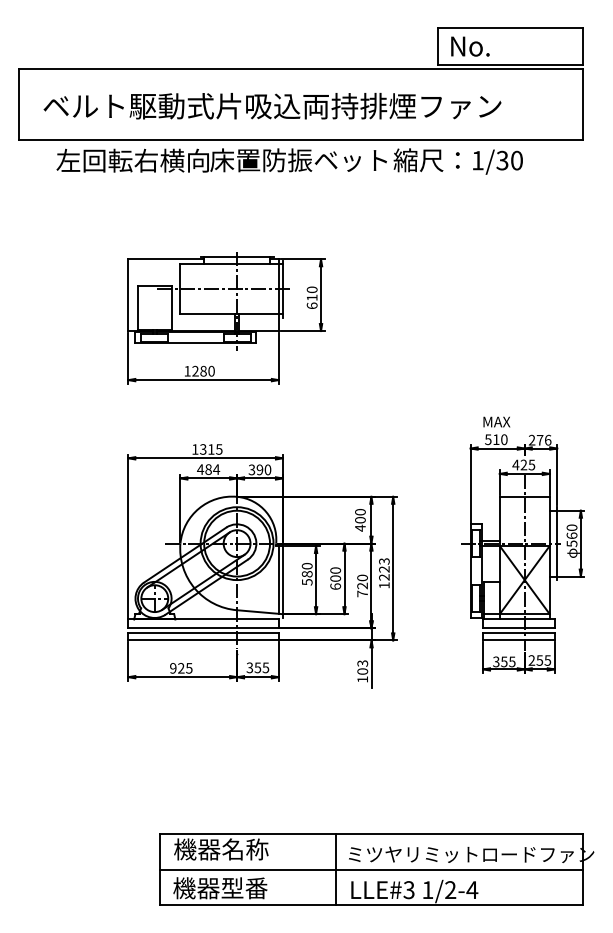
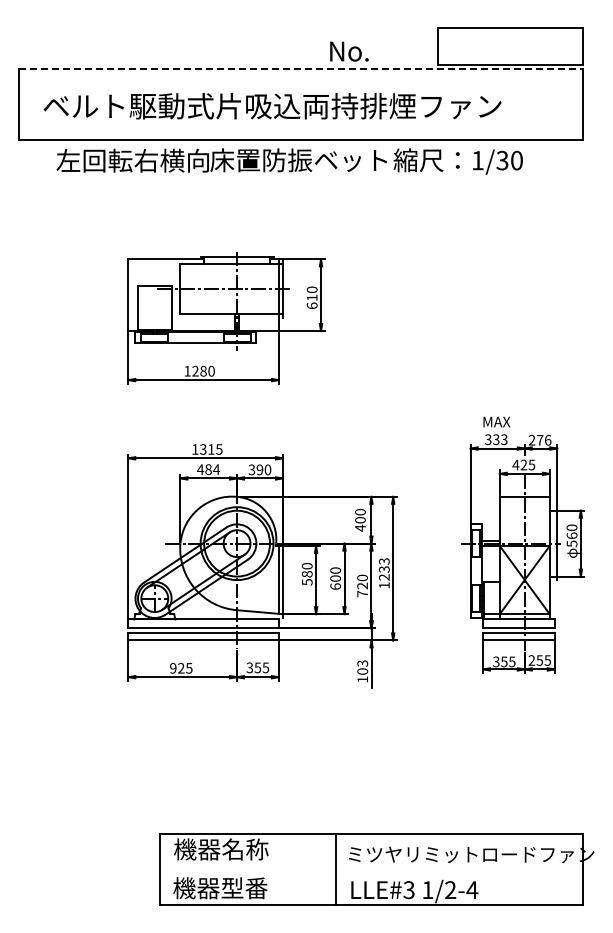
text at (470, 46) position: (470, 46) -> (349, 51)
line at (301, 69): solid -> dashed
text at (496, 439): 510 -> 333
text at (384, 569): 1223 -> 1233
line at (370, 869): present -> none
